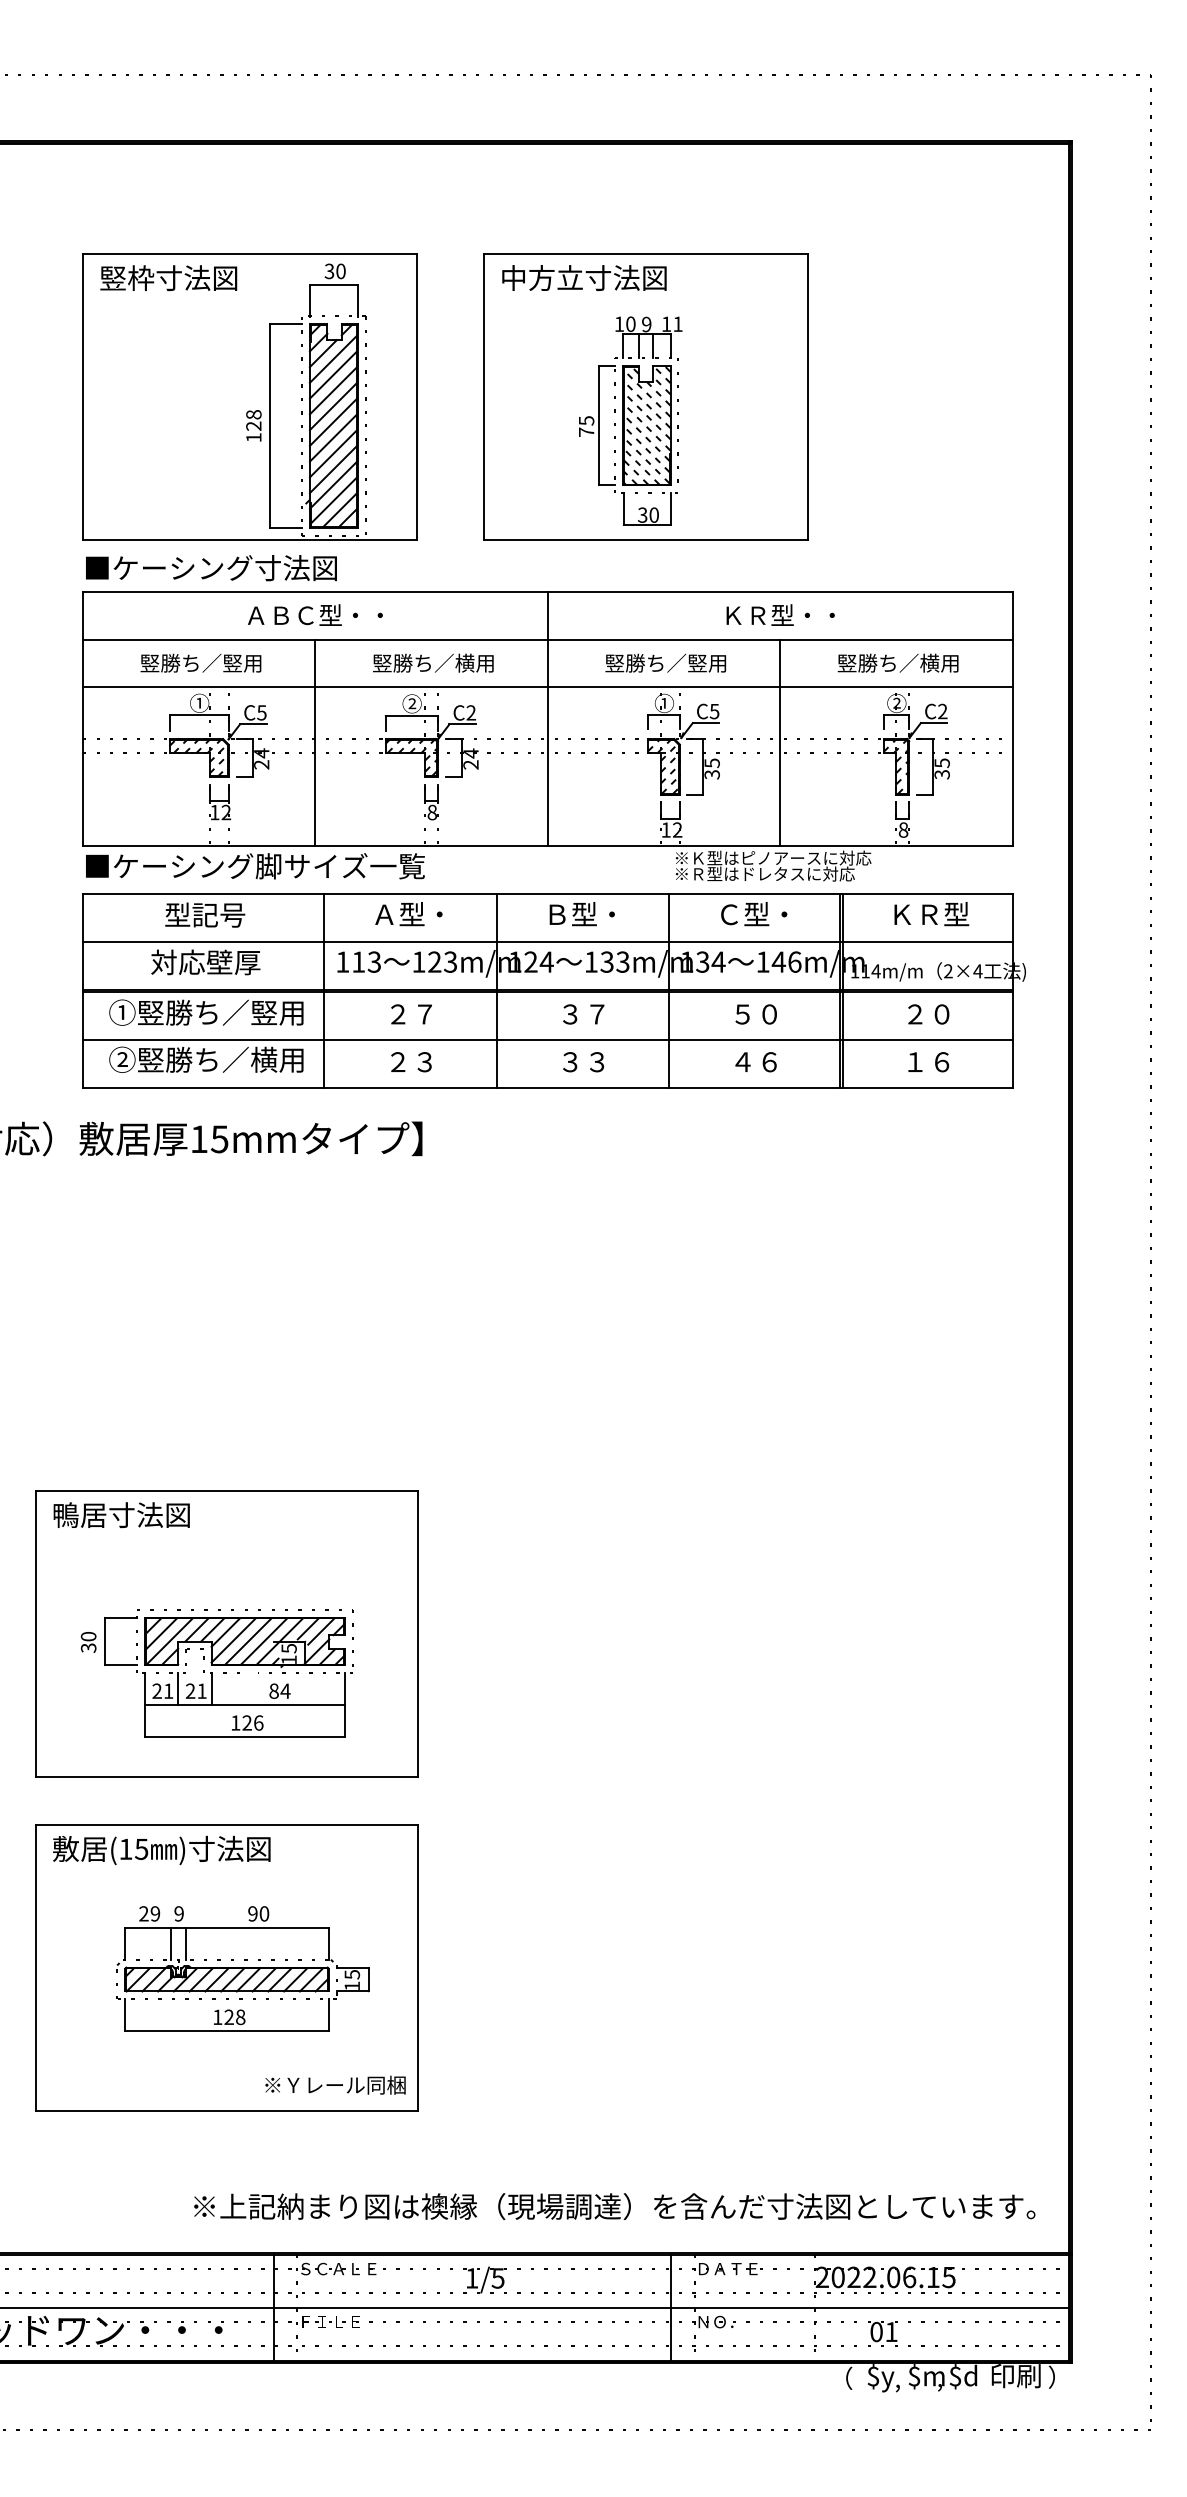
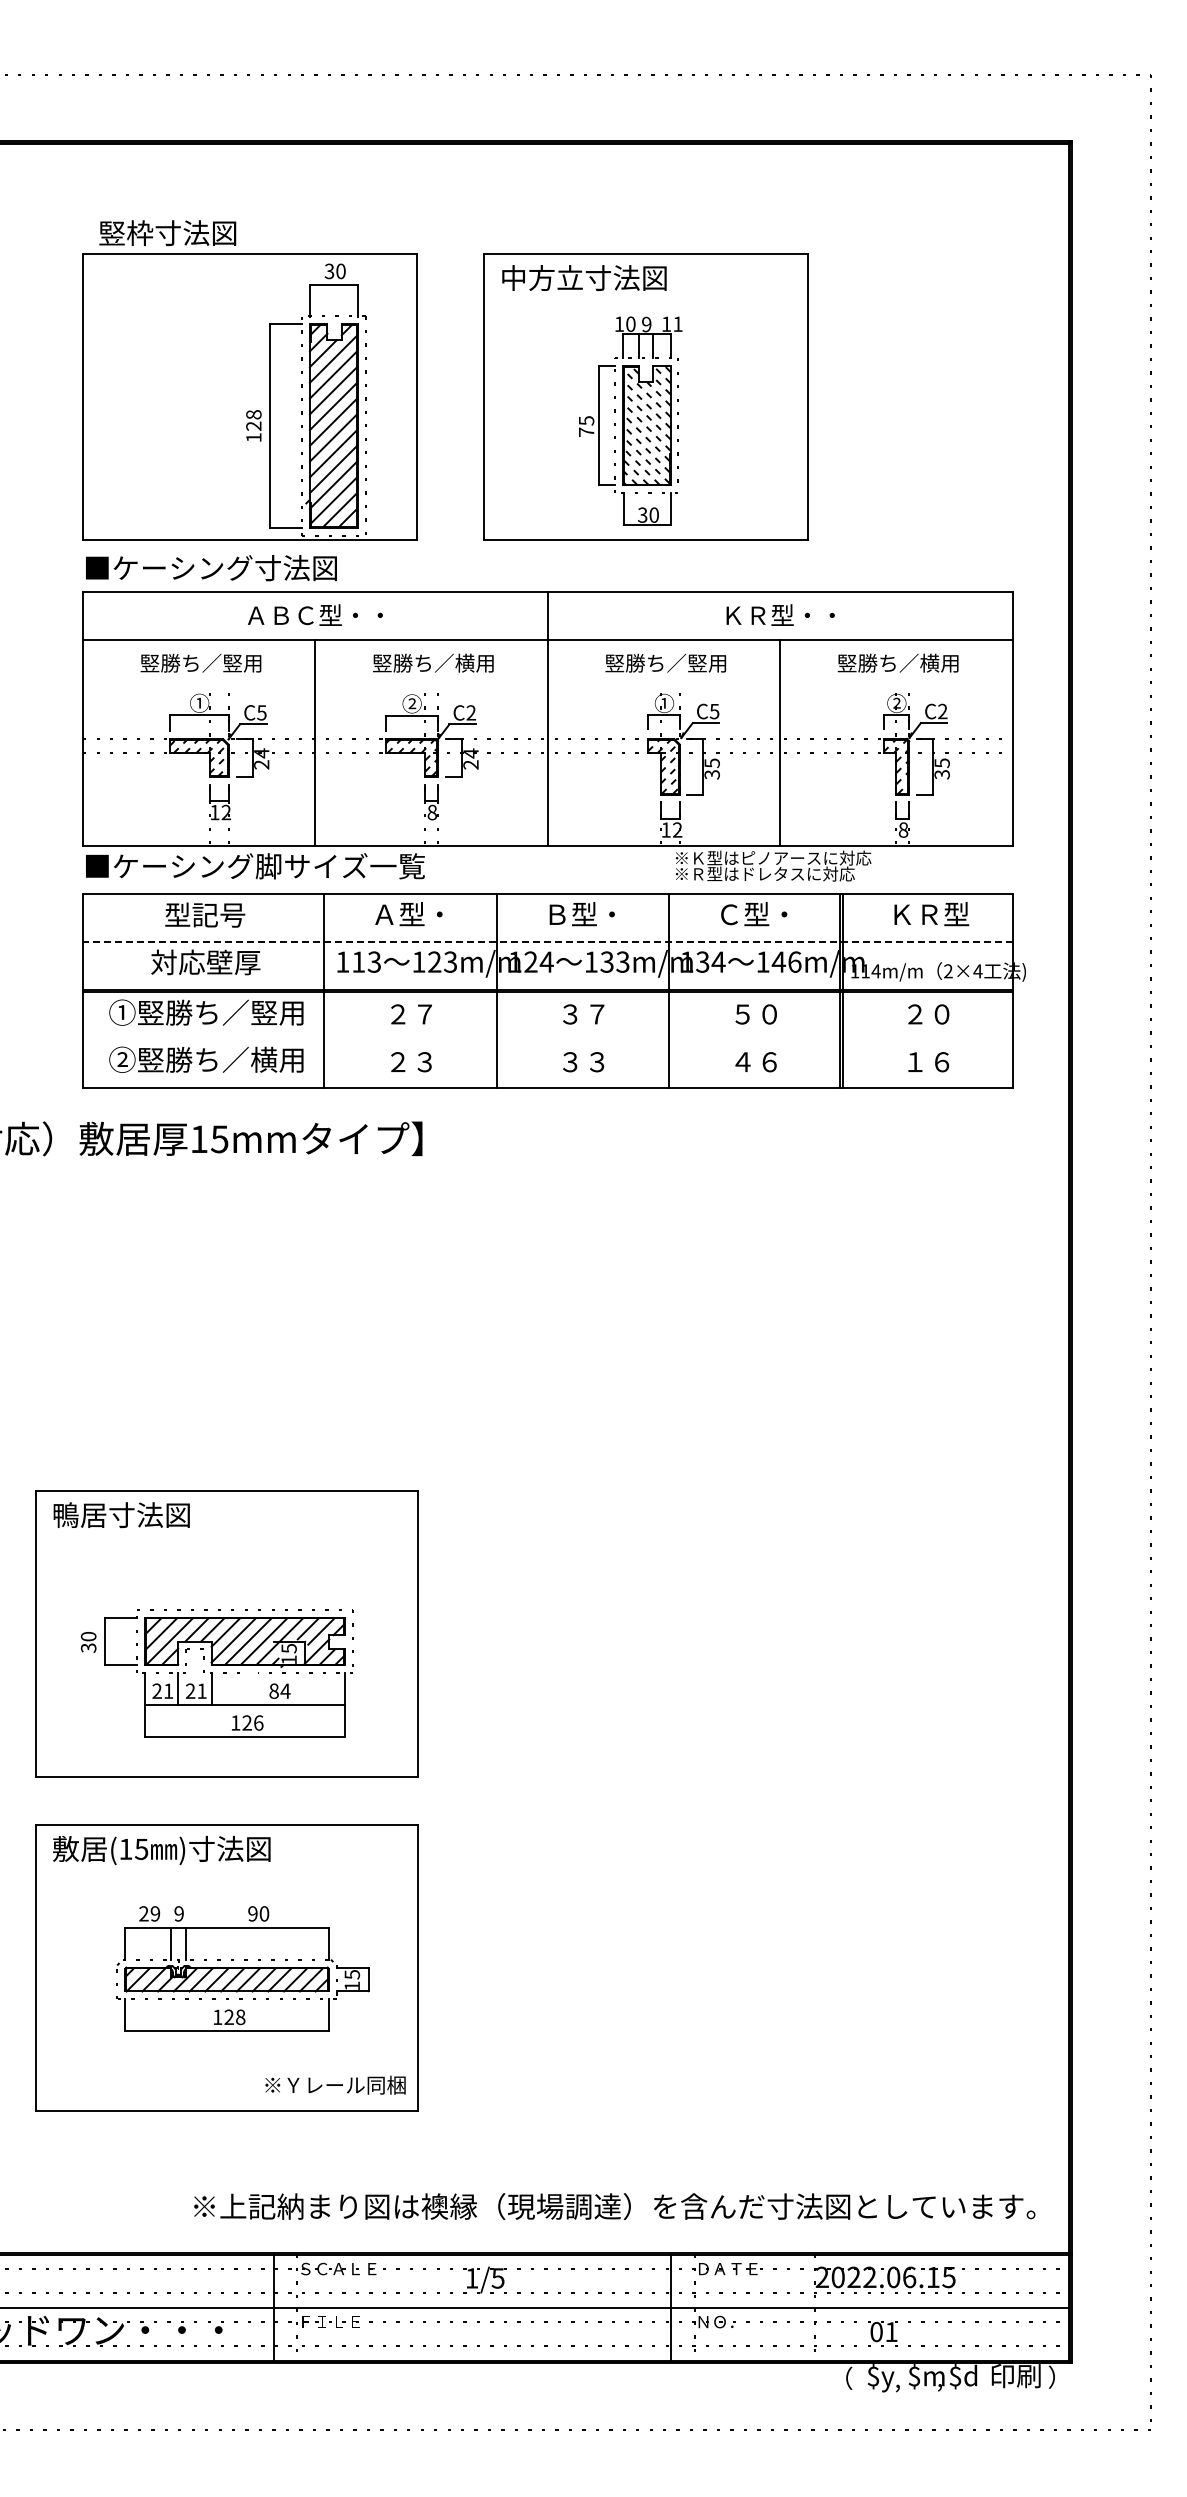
text at (168, 278) position: (168, 278) -> (167, 233)
line at (547, 687): present -> none
line at (547, 941): solid -> dashed
line at (547, 1039): present -> none
